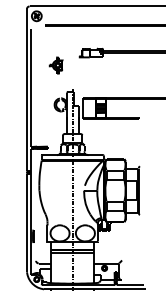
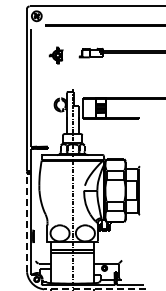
part at (55, 65) position: (55, 65) -> (55, 55)
line at (26, 222): solid -> dashed
line at (95, 289): solid -> dashed
